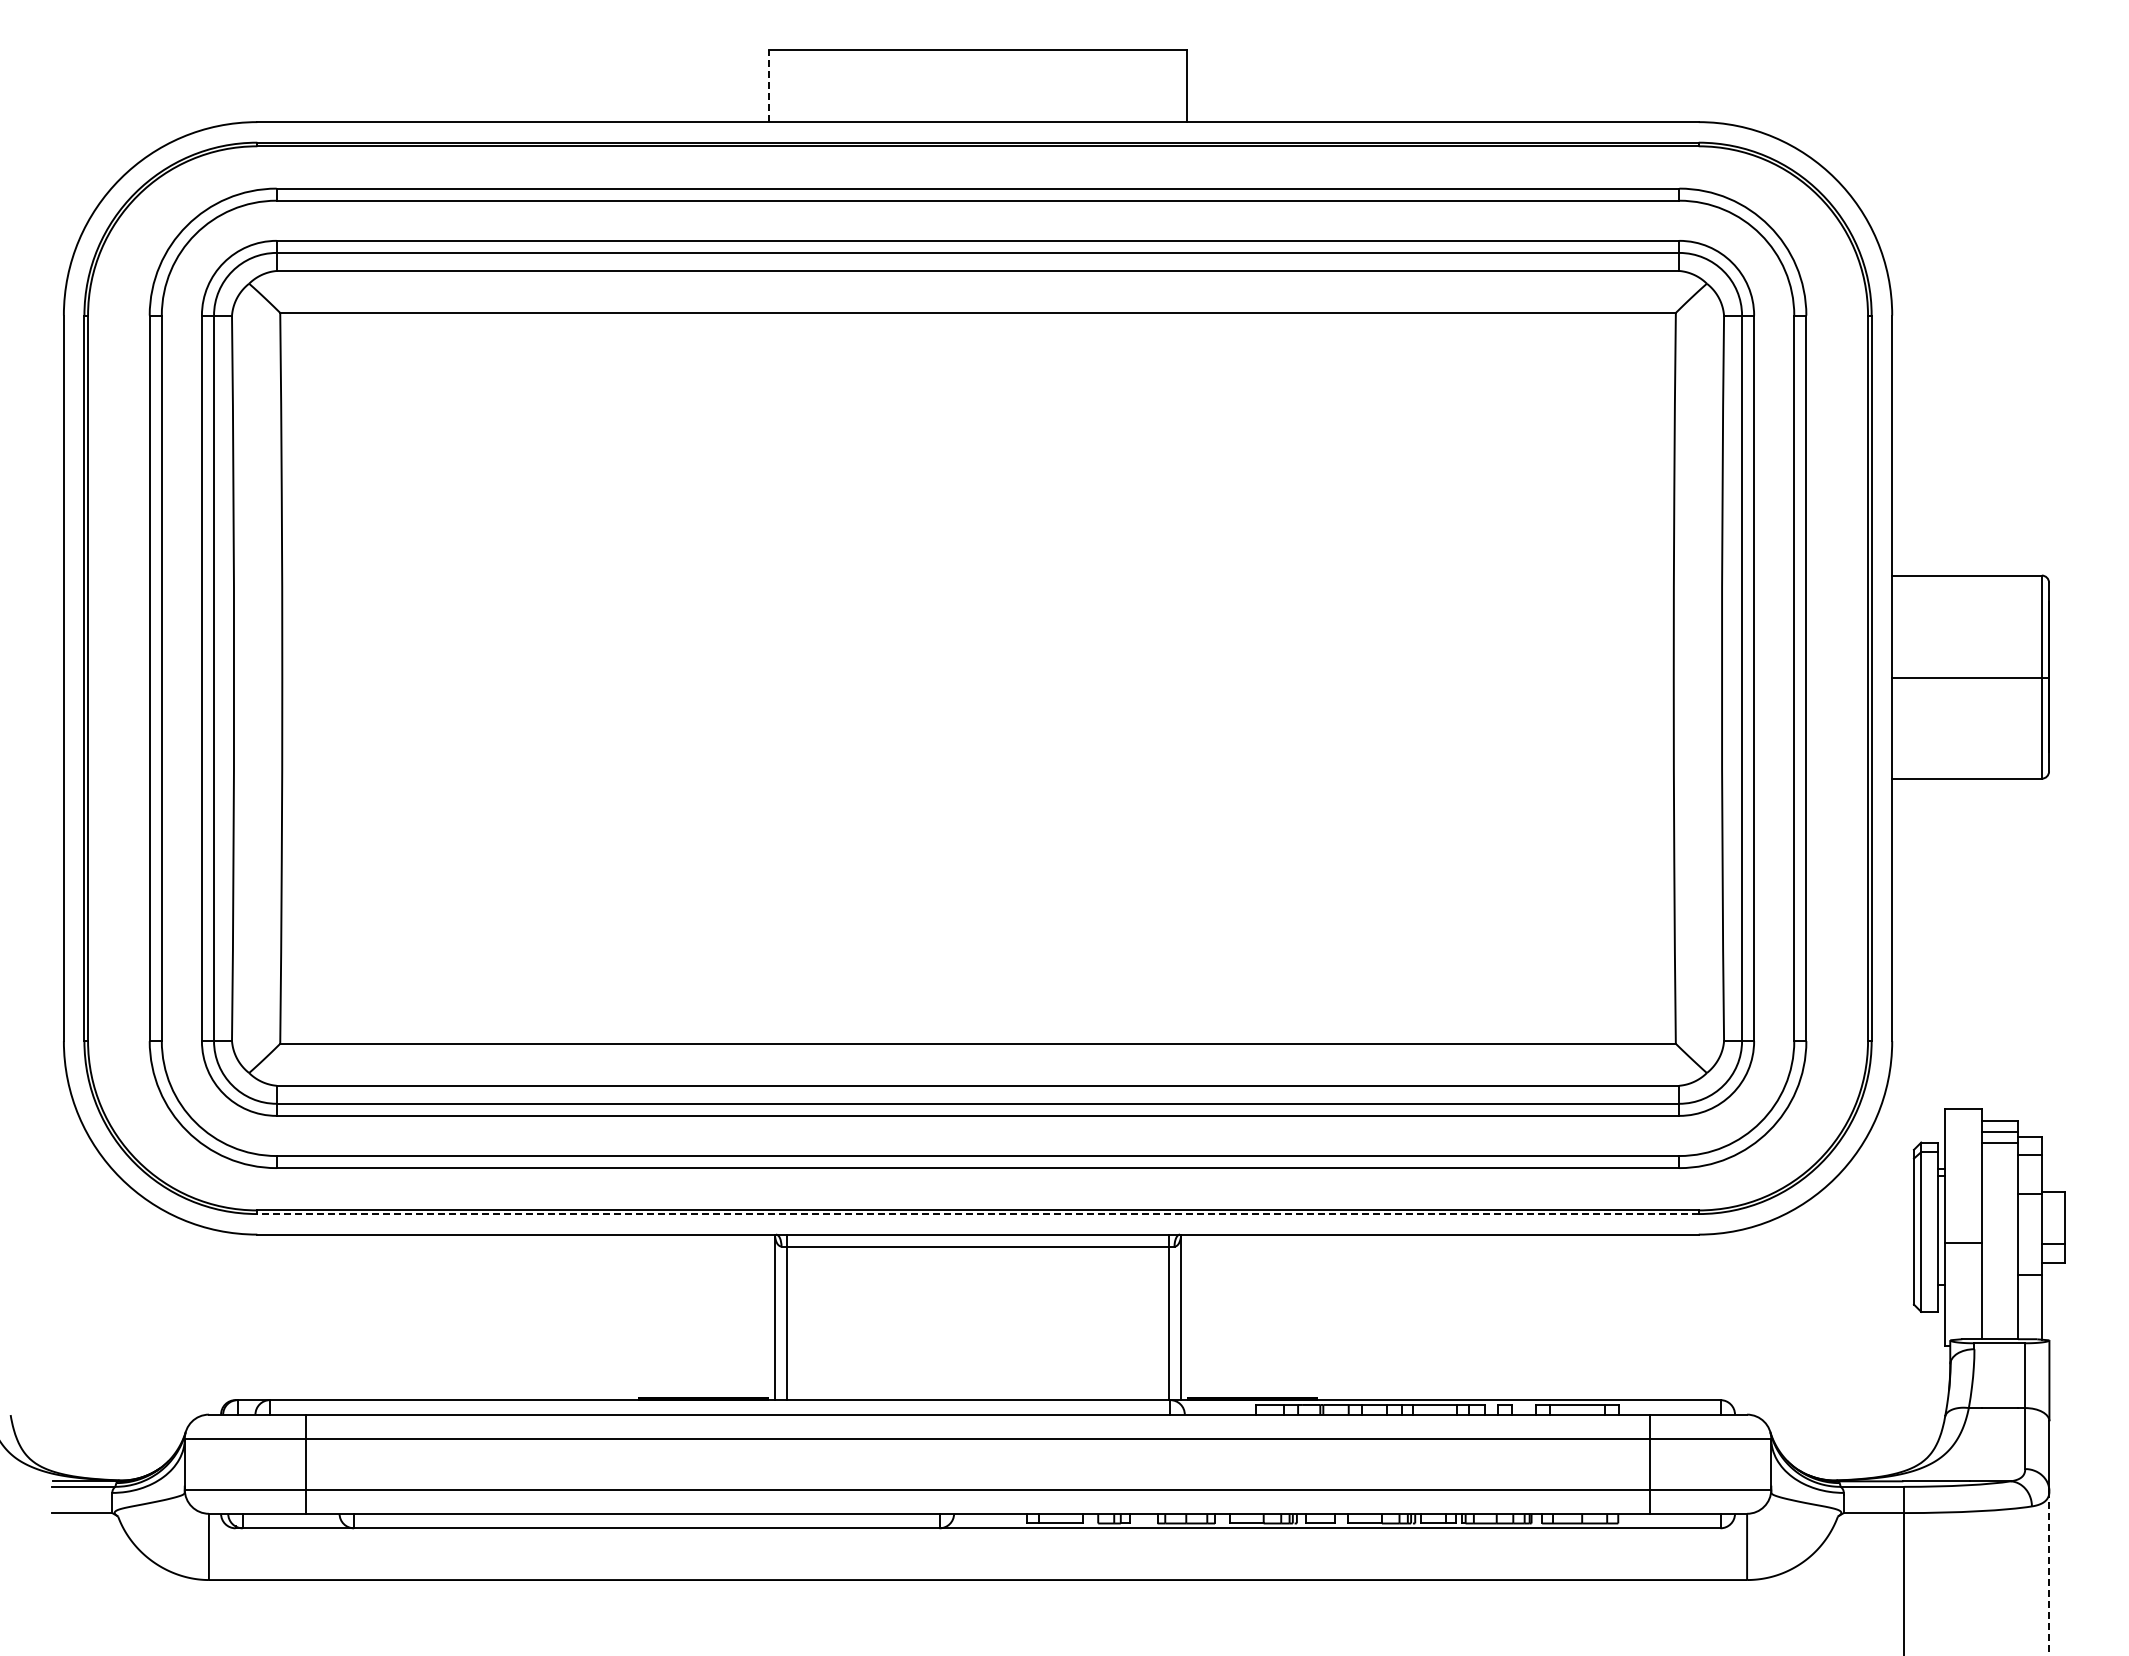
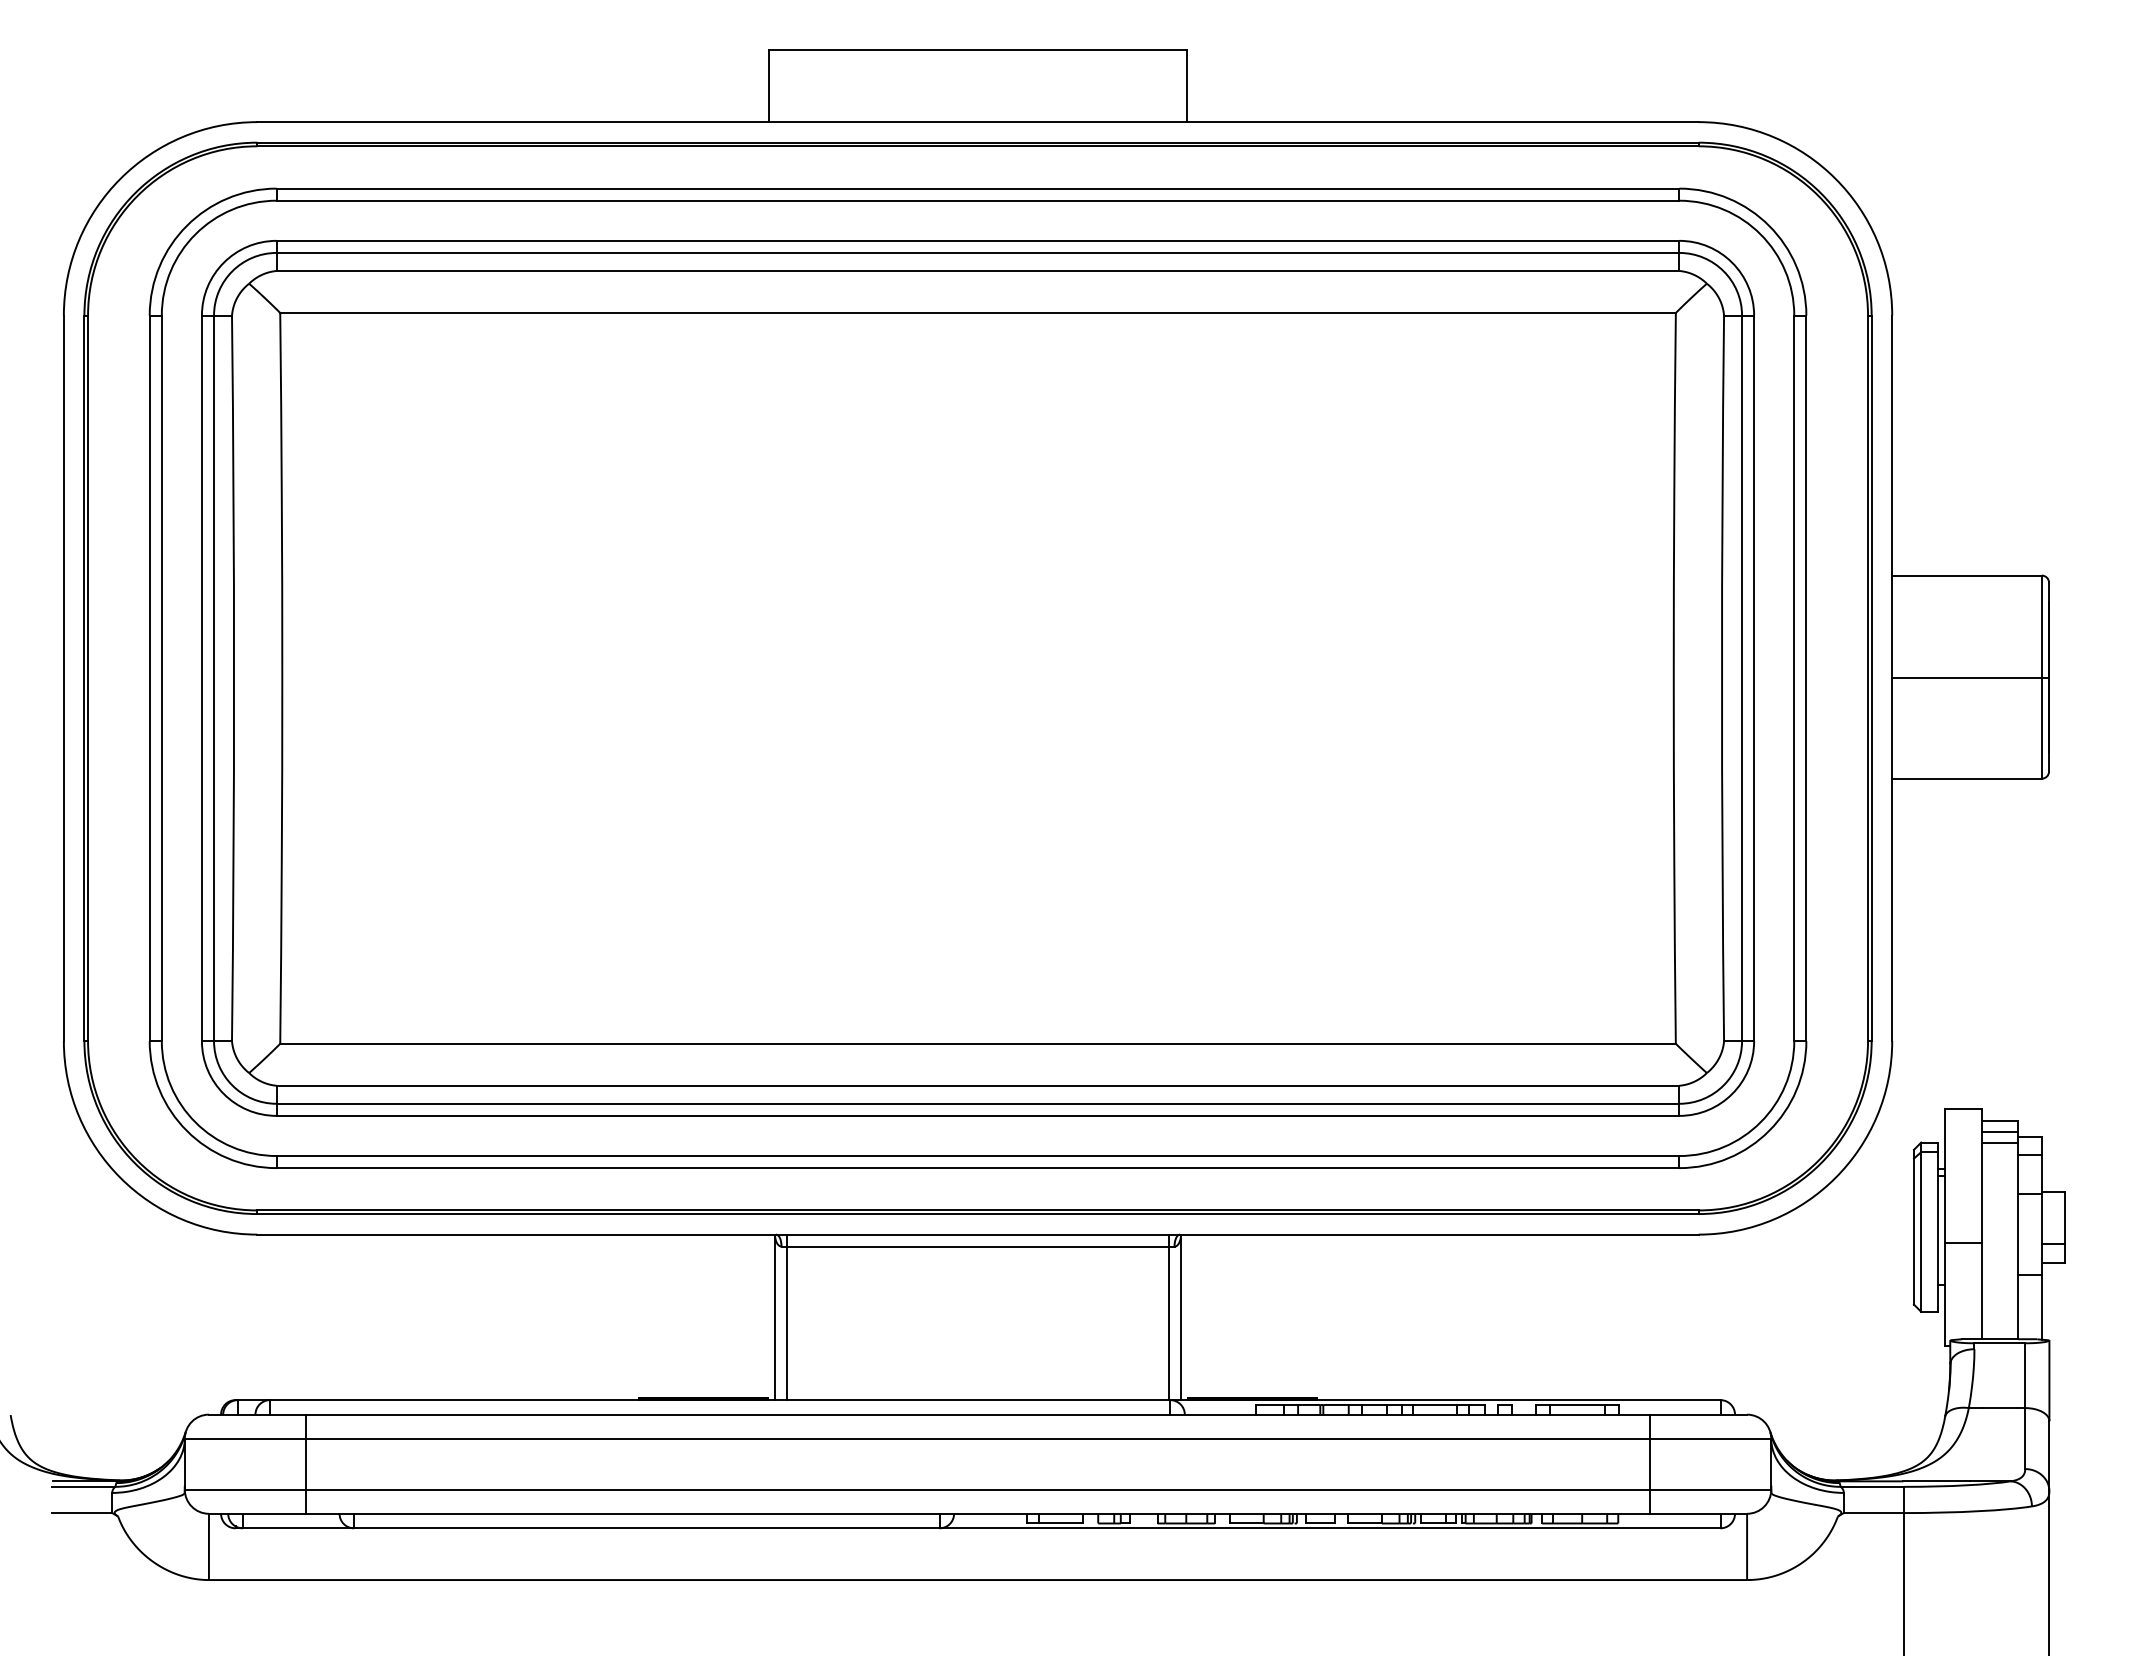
line at (768, 85): dashed -> solid
line at (978, 1214): dashed -> solid
line at (2049, 1574): dashed -> solid
